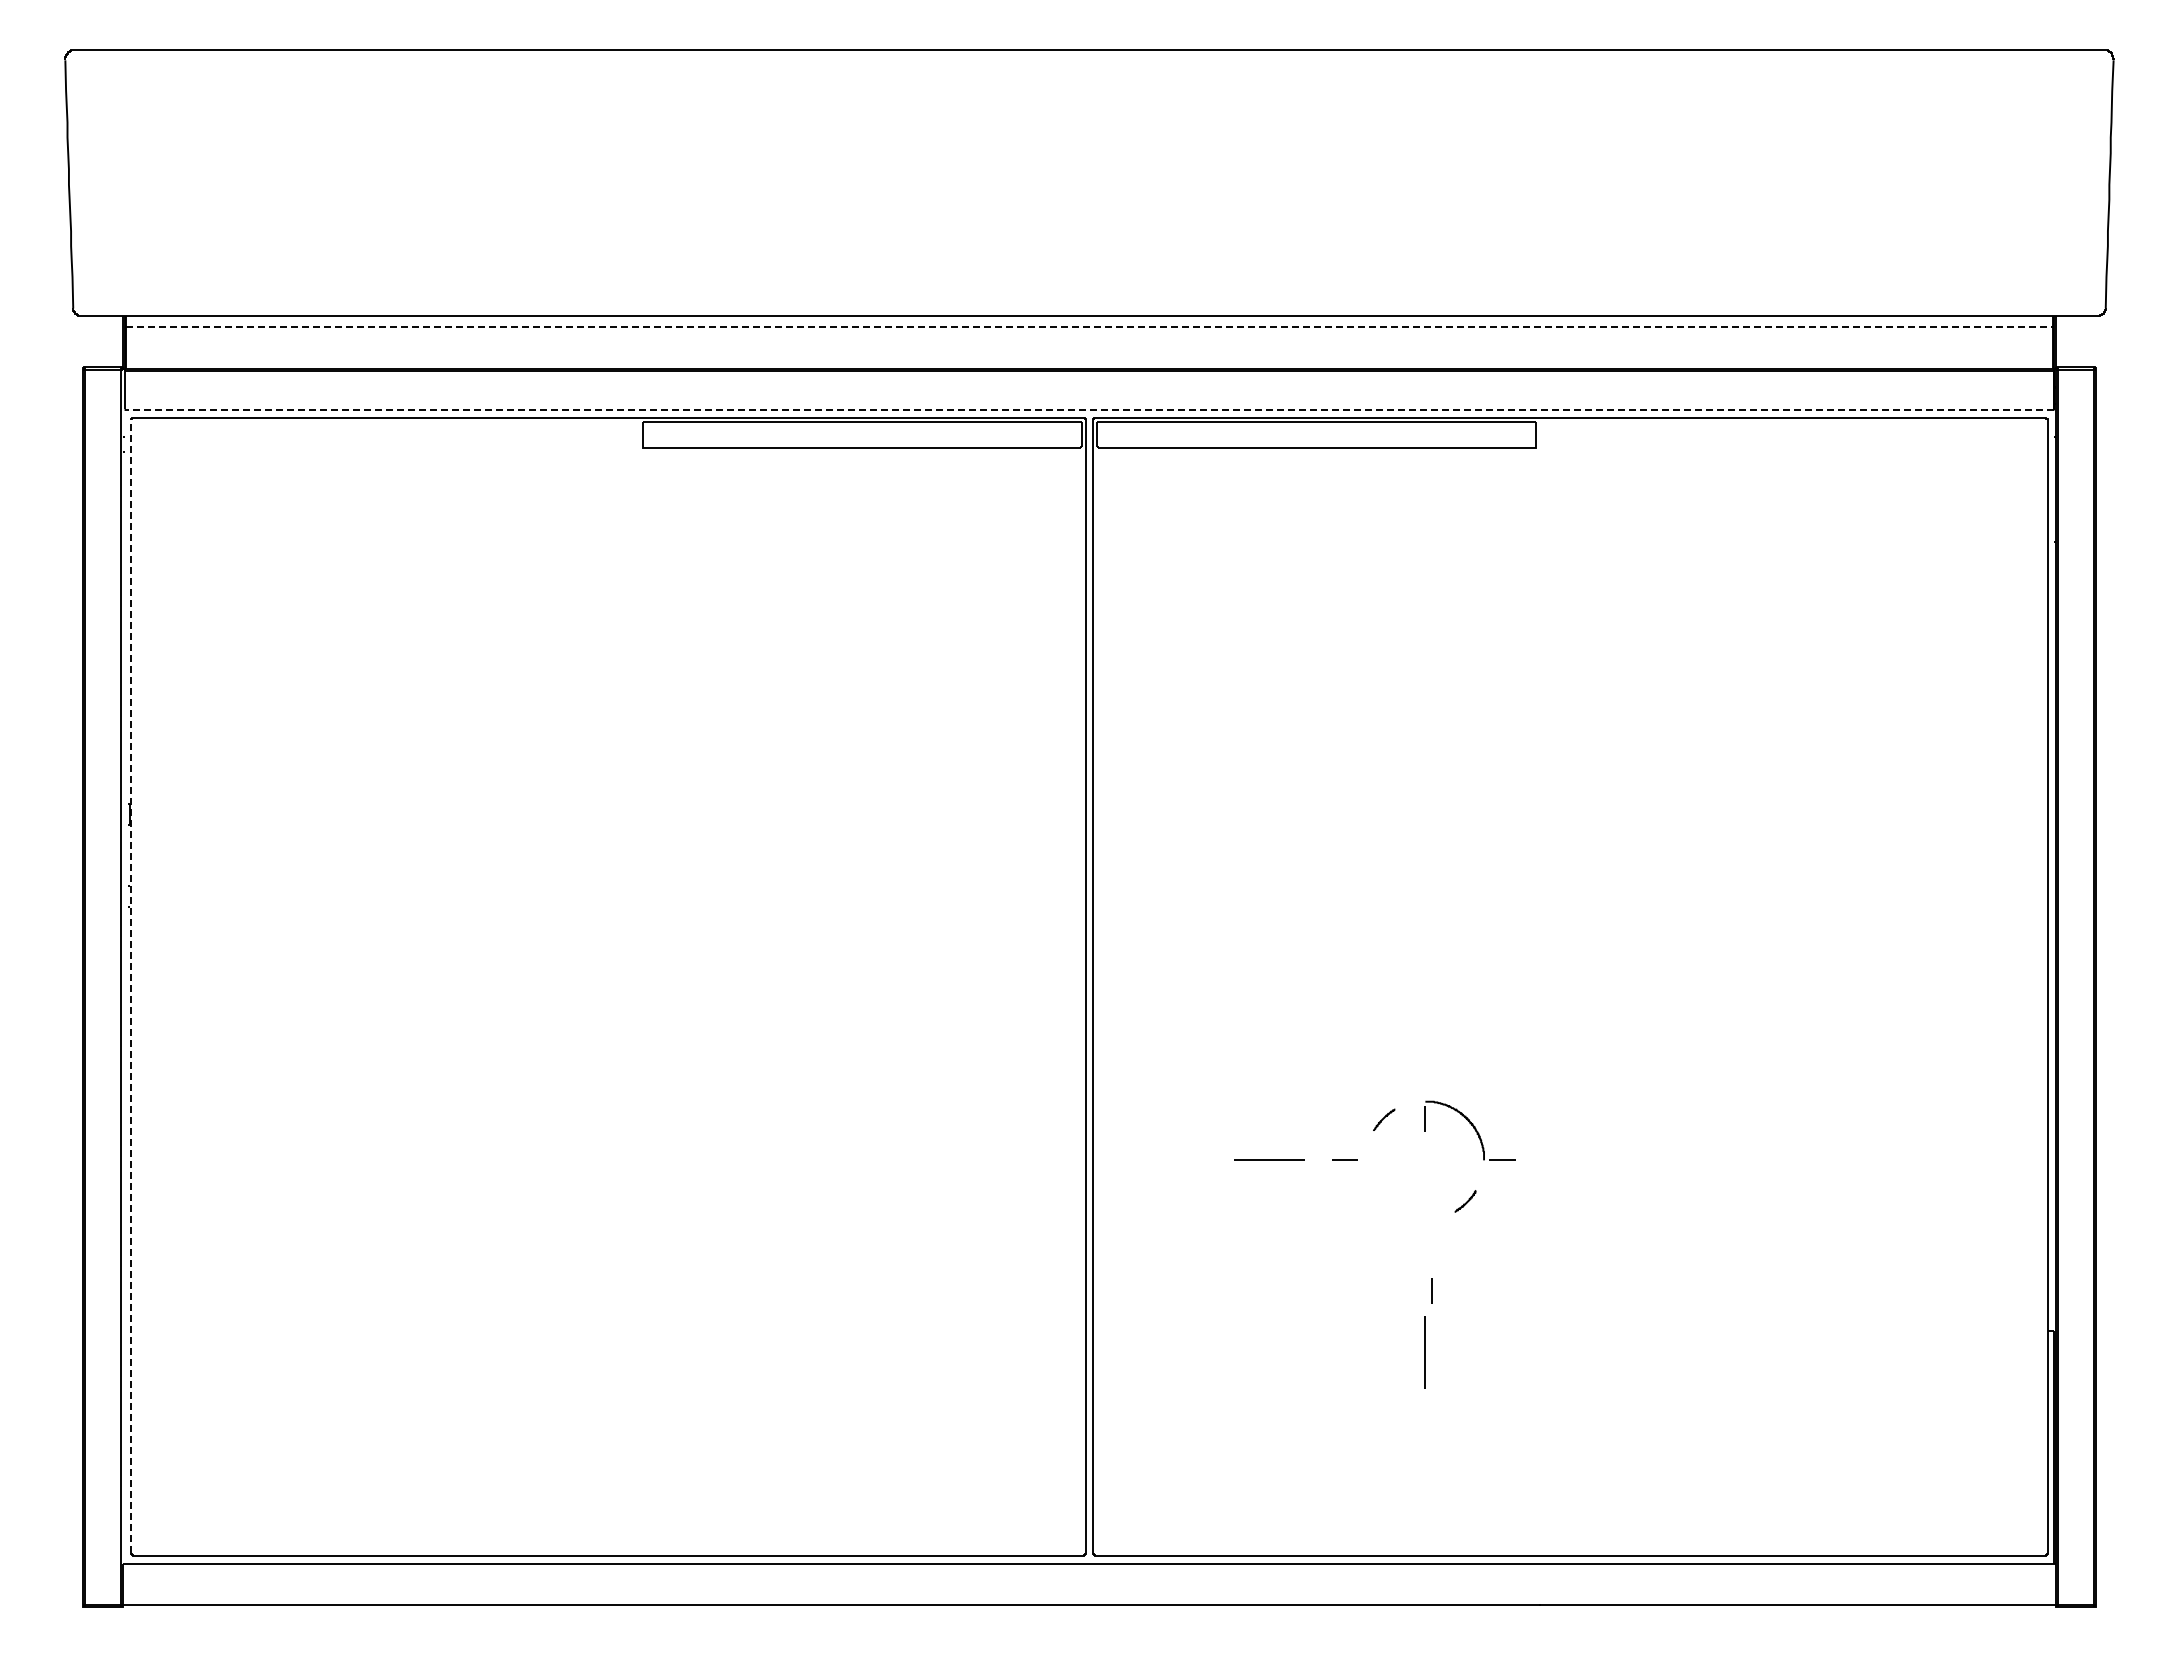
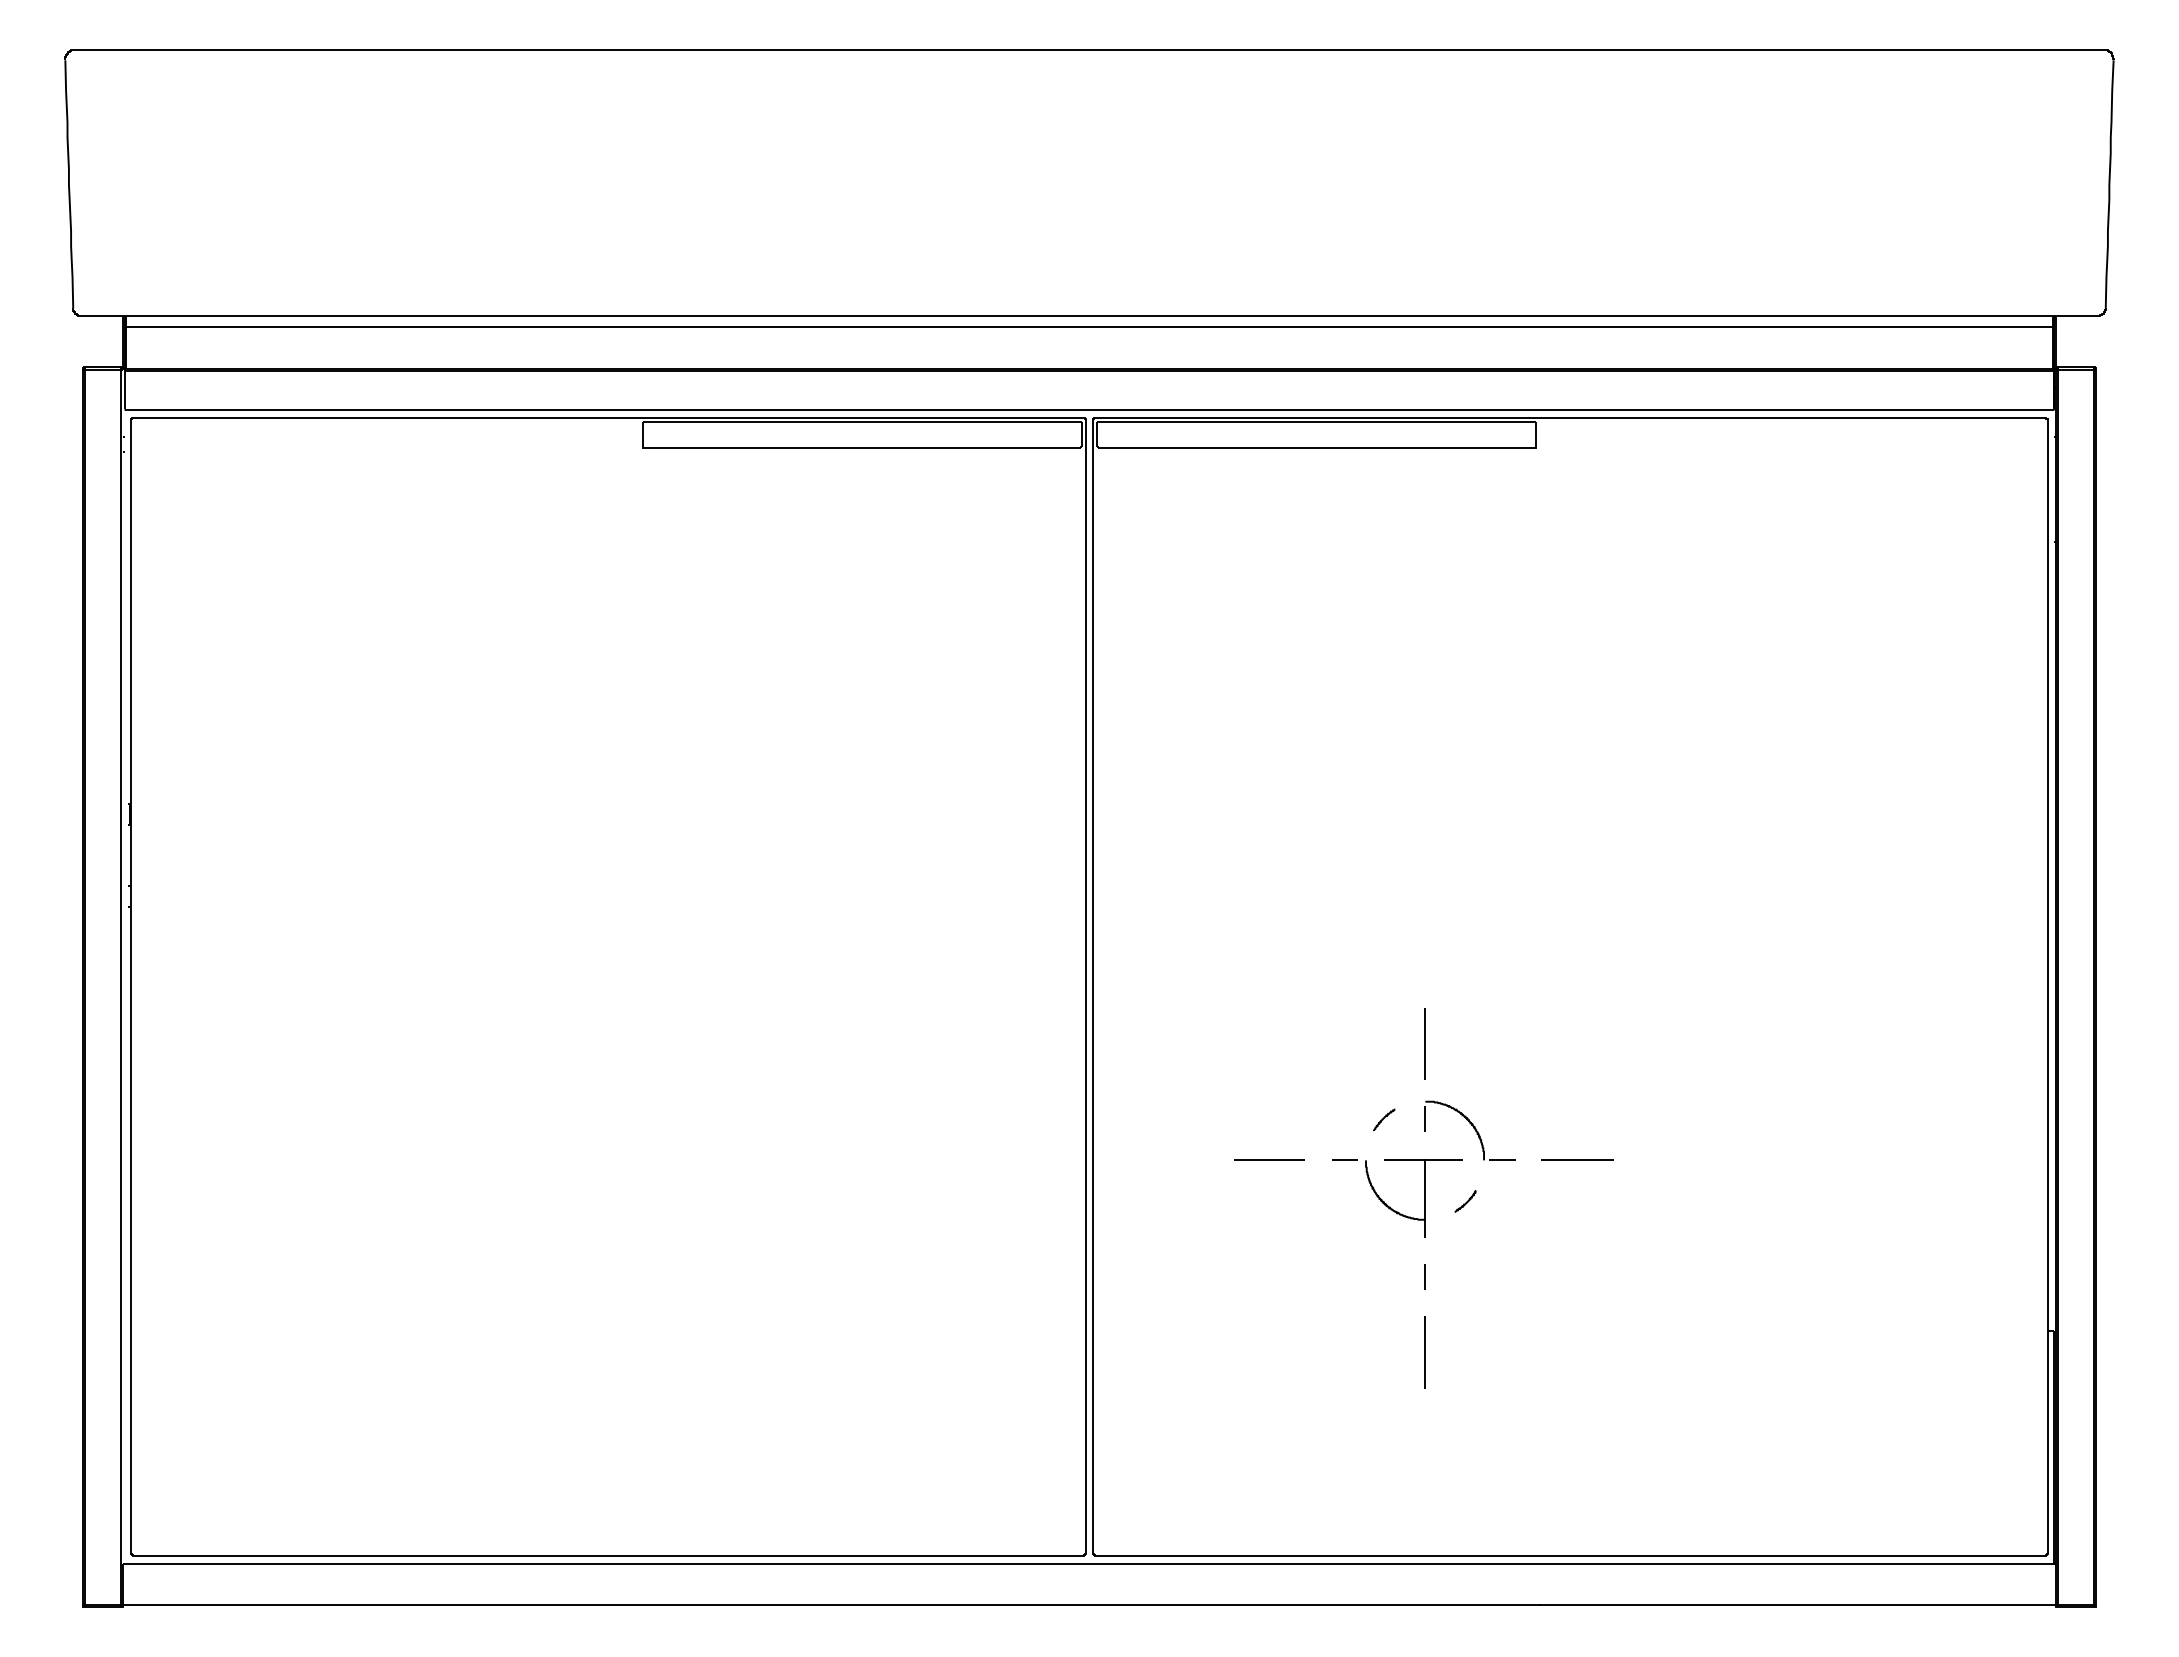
line at (1089, 327): dashed -> solid
line at (1088, 410): dashed -> solid
line at (131, 986): dashed -> solid
line at (1424, 1043): none -> present
line at (1577, 1159): none -> present
part at (1424, 1198): none -> present
line at (1431, 1290) position: (1431, 1290) -> (1424, 1276)
